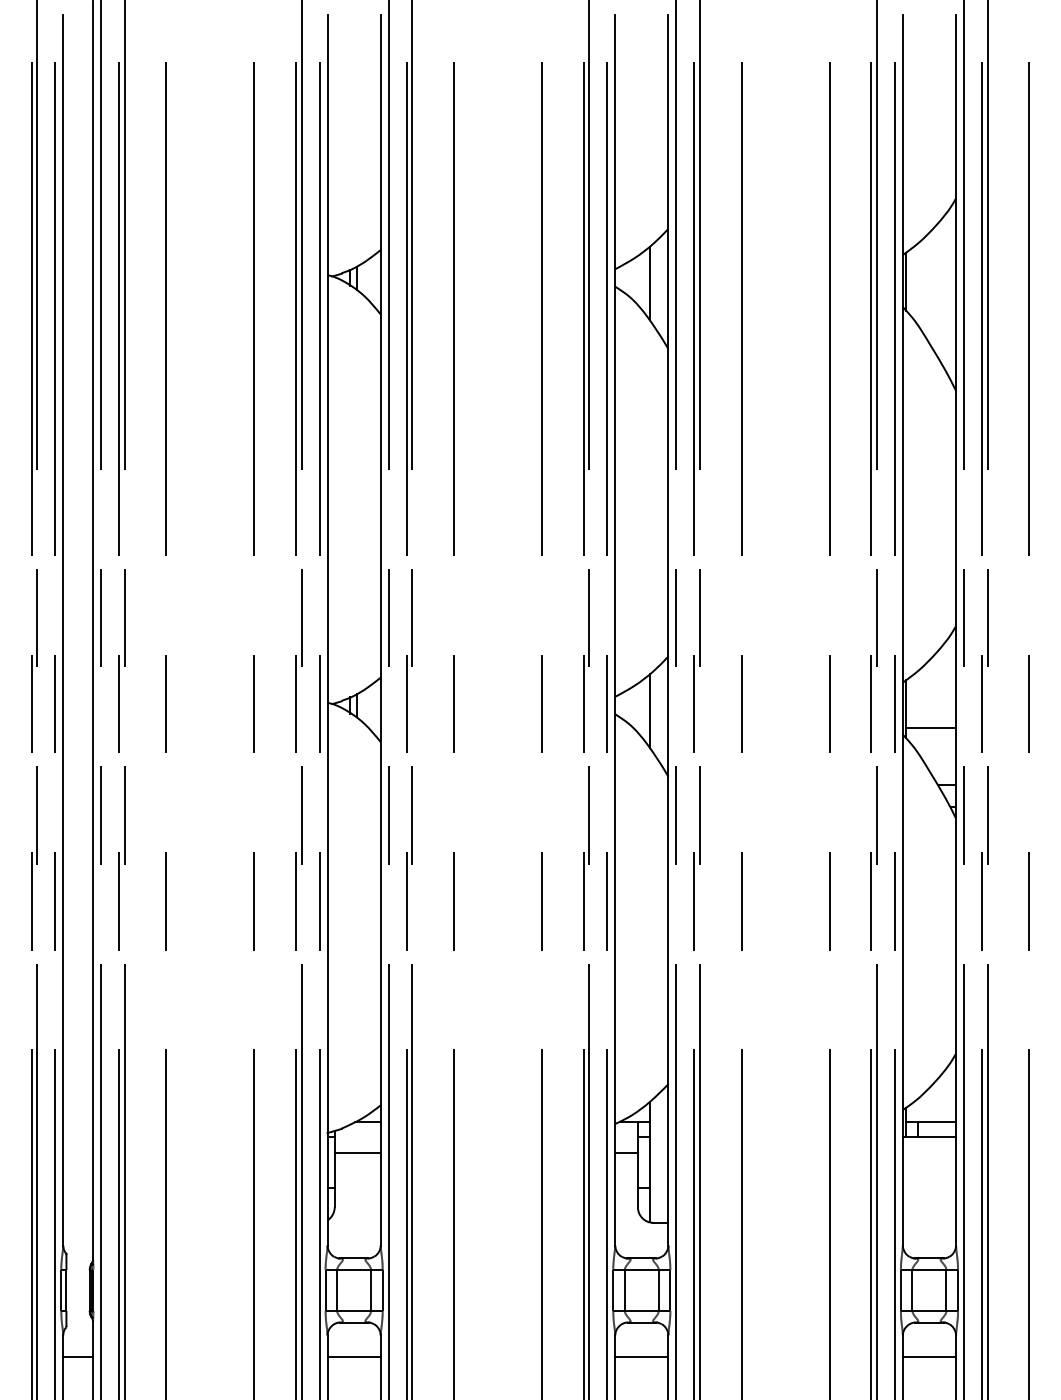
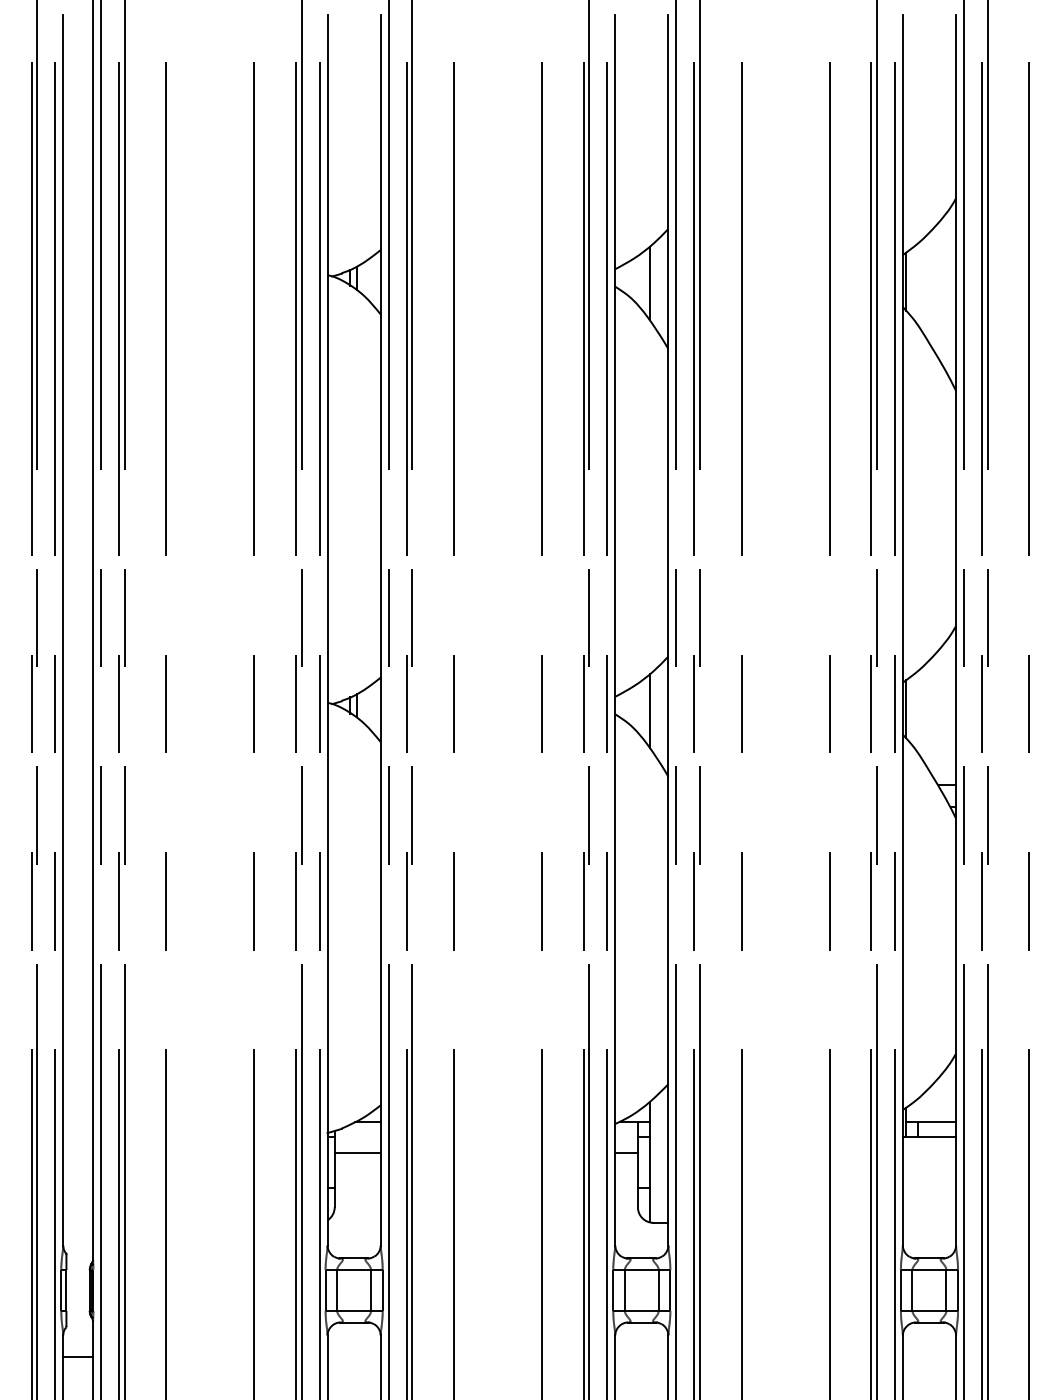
line at (931, 728): present -> none
line at (353, 1357): present -> none
line at (641, 1357): present -> none
line at (929, 1357): present -> none
